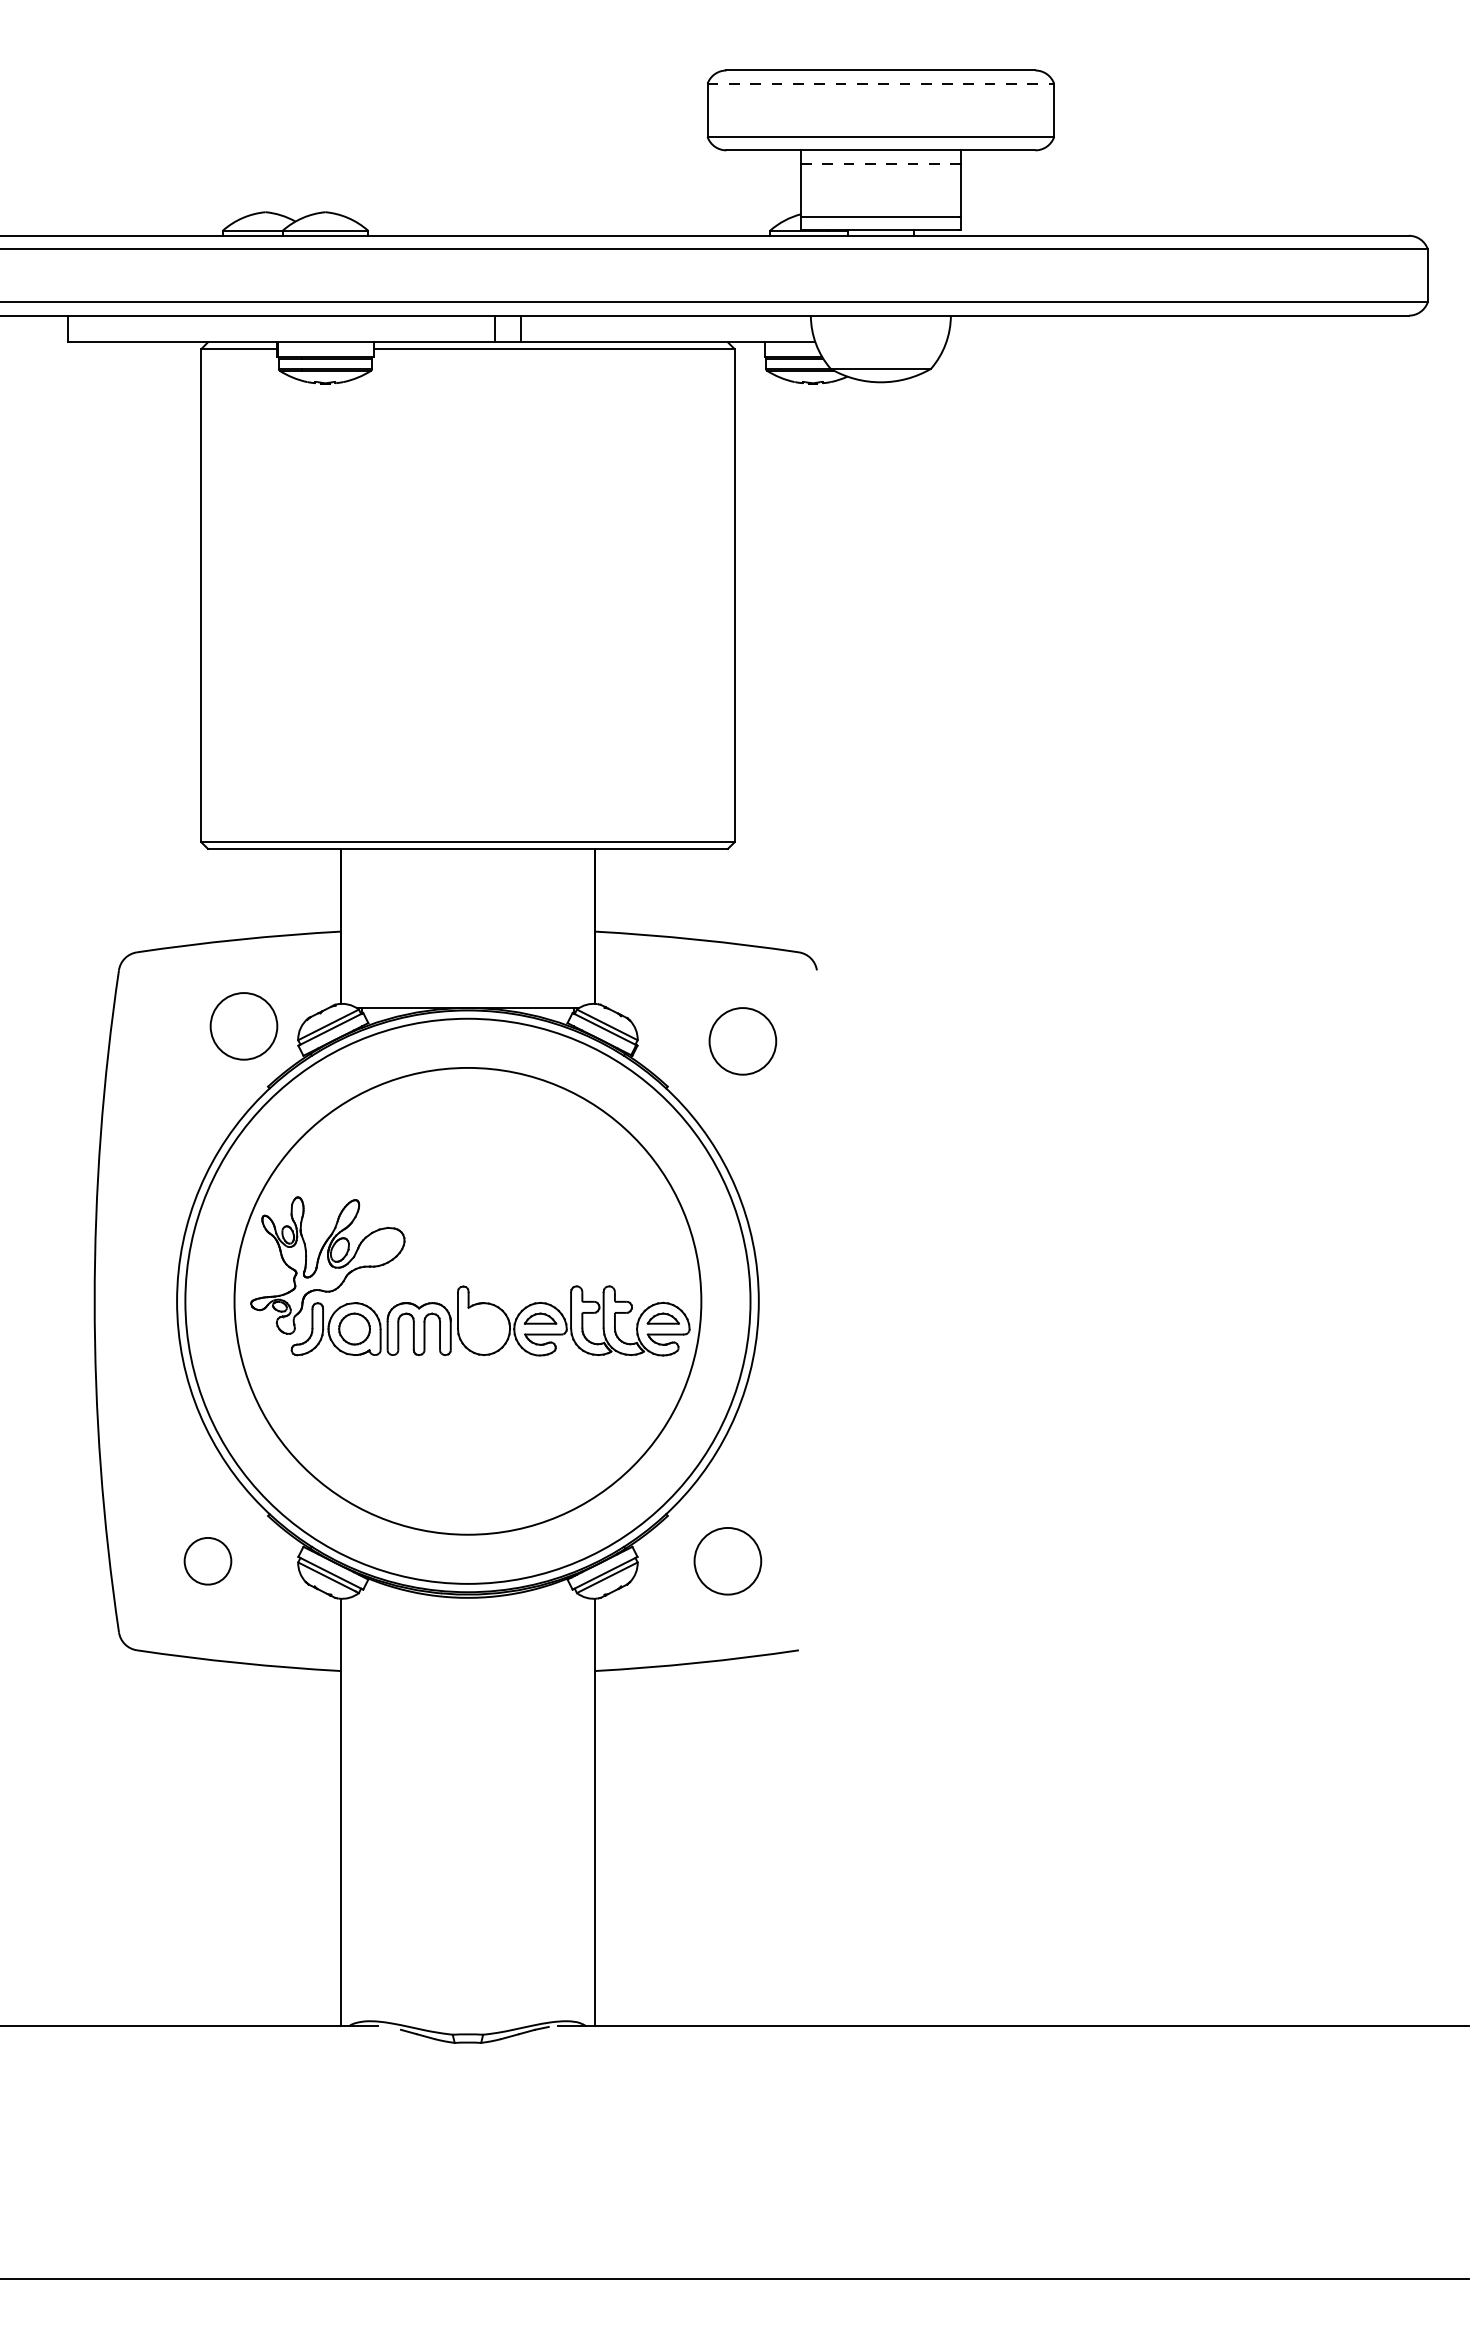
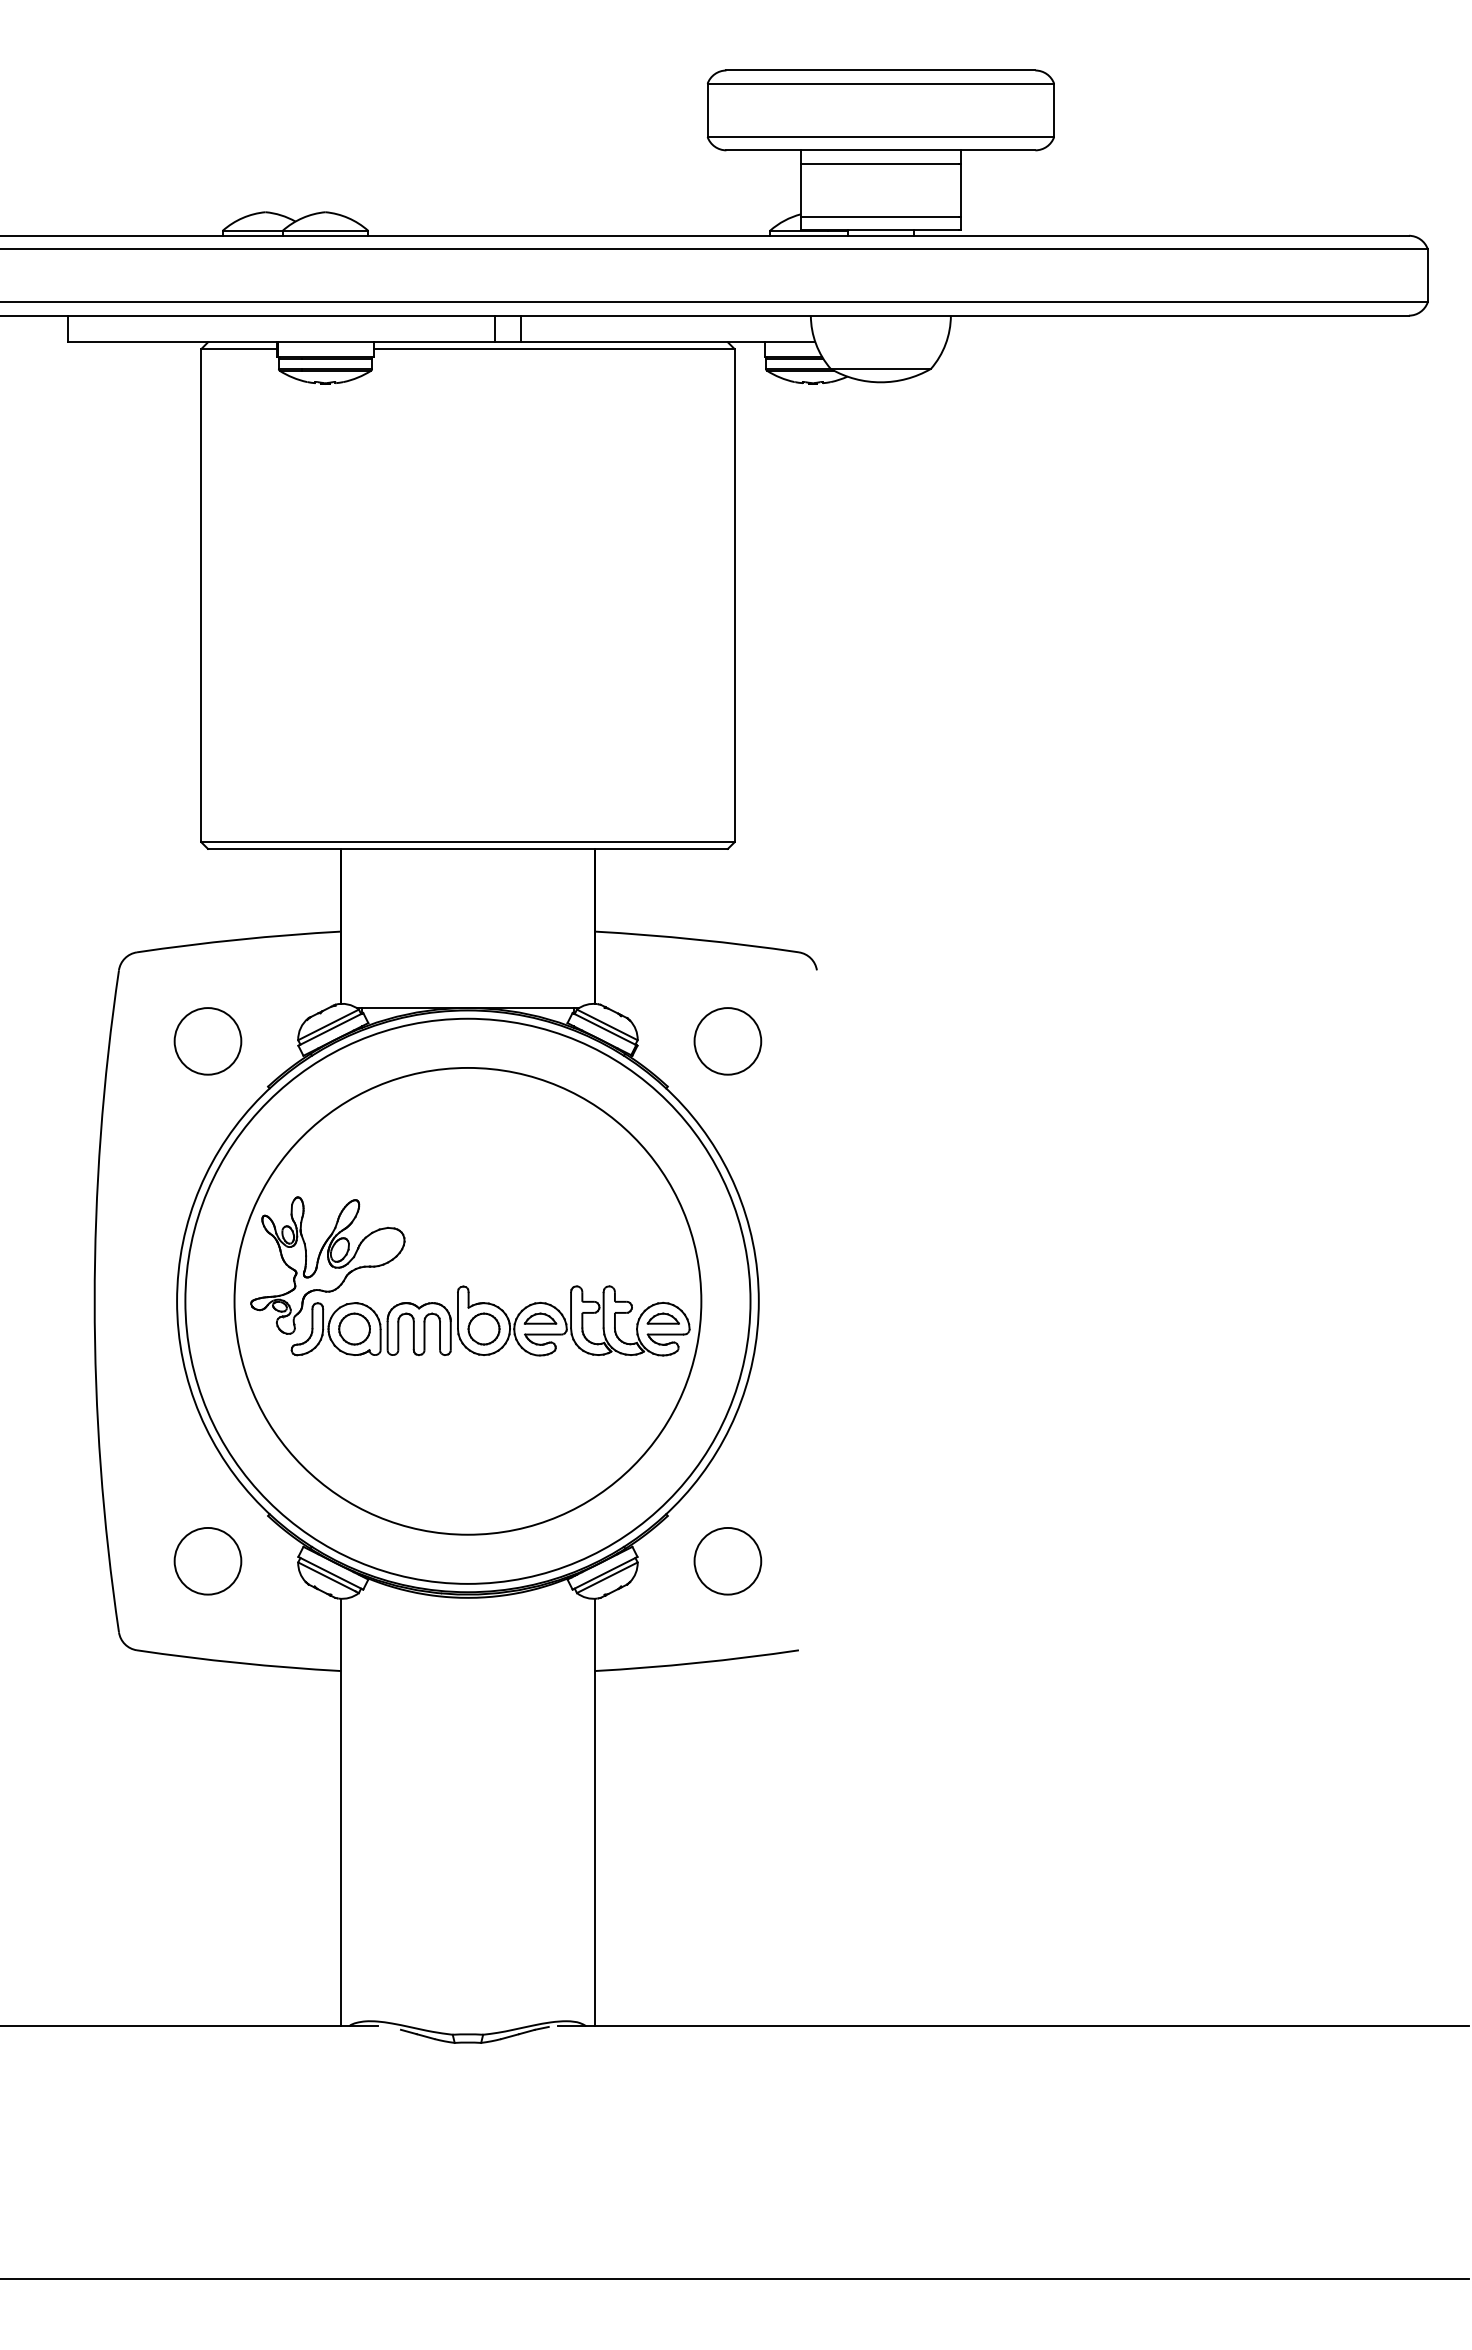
line at (881, 83): dashed -> solid
line at (880, 163): dashed -> solid
circle at (243, 1026) position: (243, 1026) -> (207, 1041)
circle at (742, 1041) position: (742, 1041) -> (727, 1041)
part at (483, 1328): none -> present
circle at (207, 1560) diameter: 47 px -> 67 px
